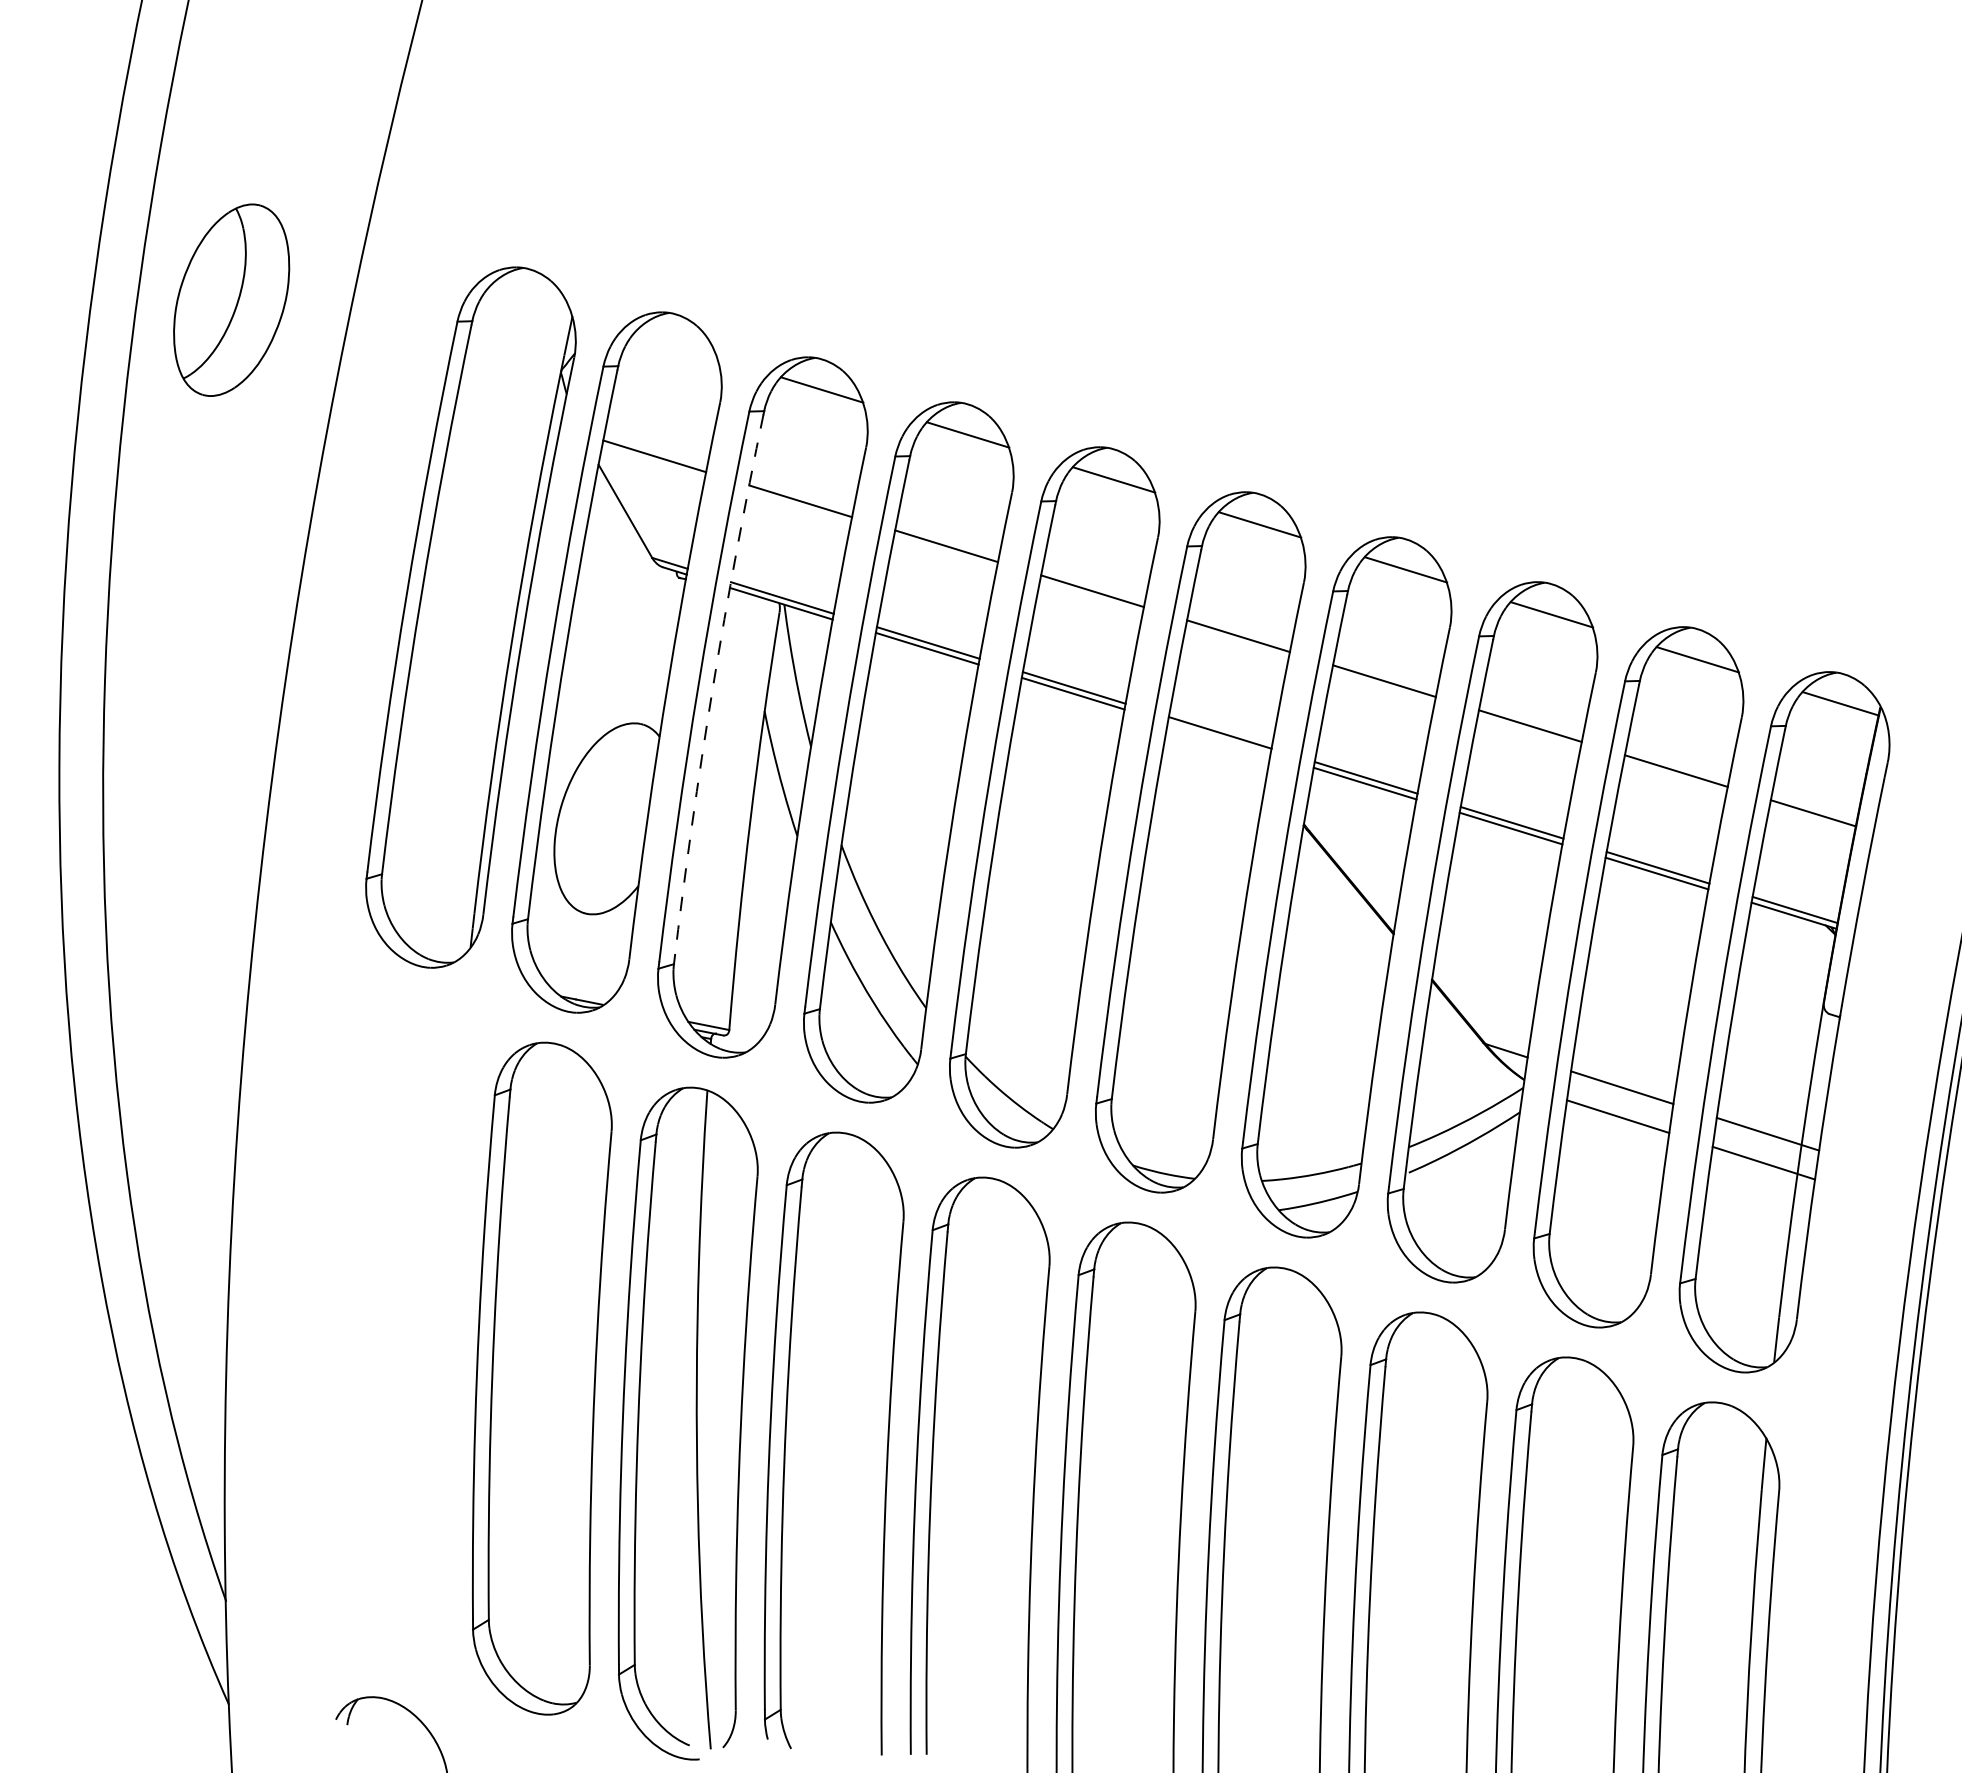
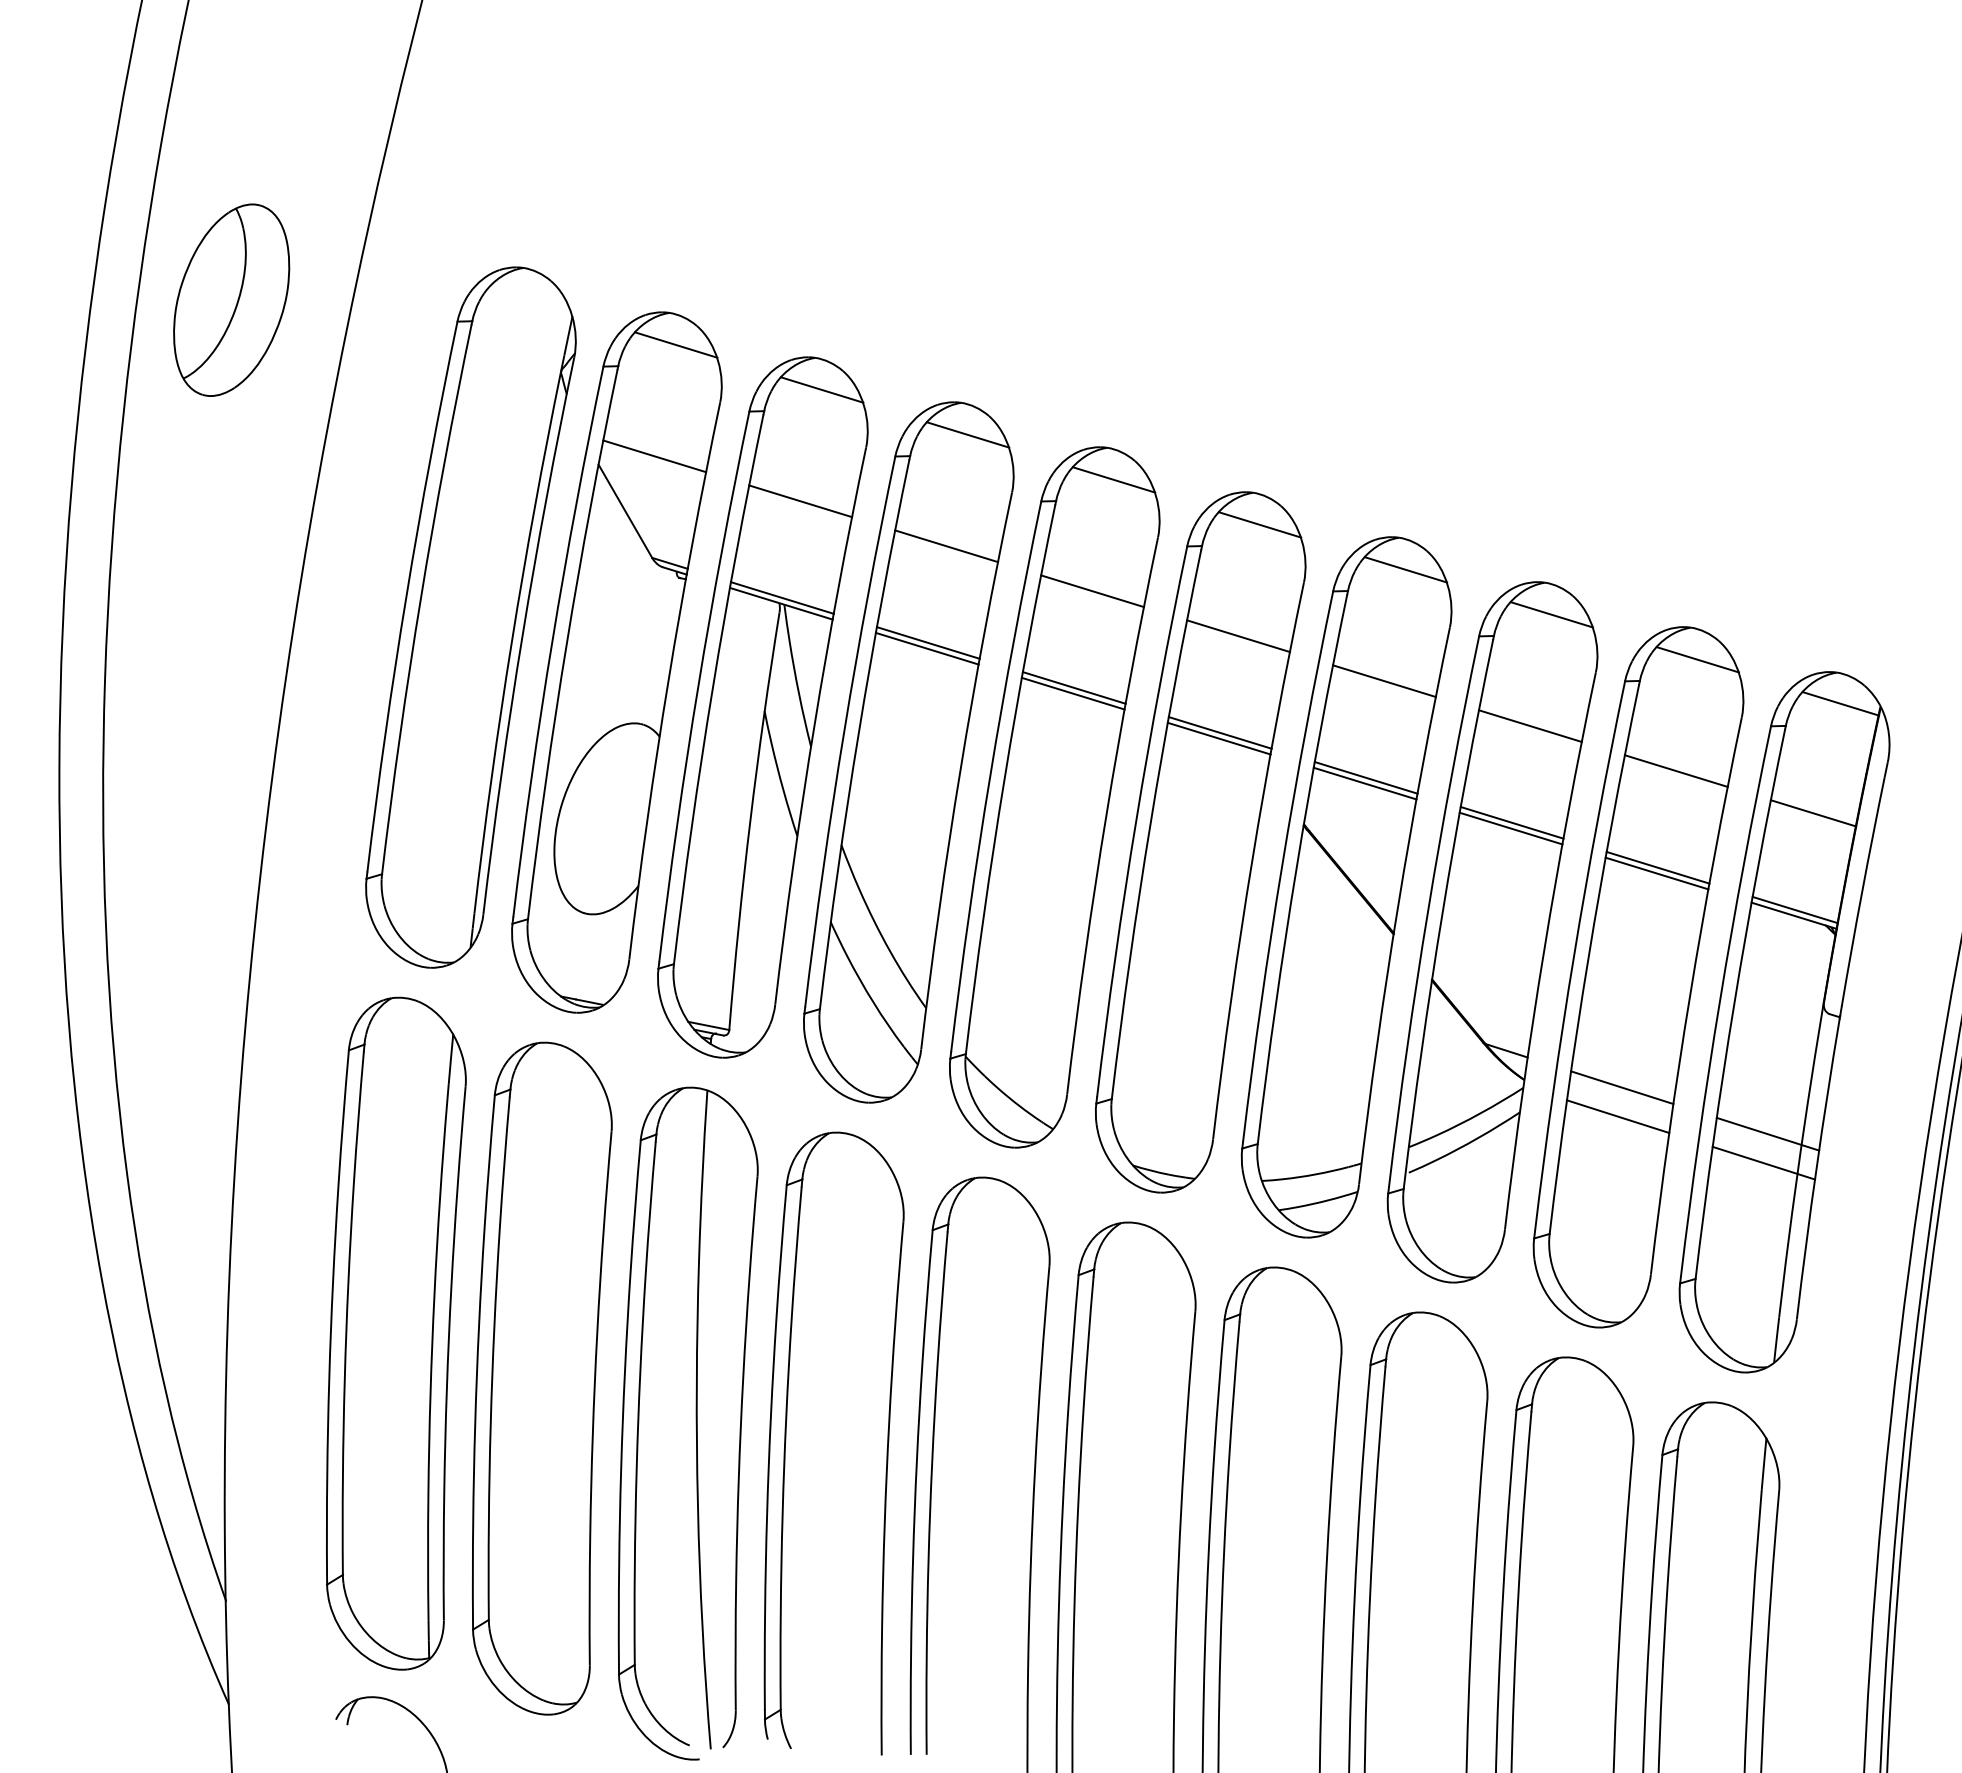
line at (676, 344): none -> present
arc at (712, 688): dashed -> solid
line at (1218, 738): none -> present
part at (396, 1333): none -> present
